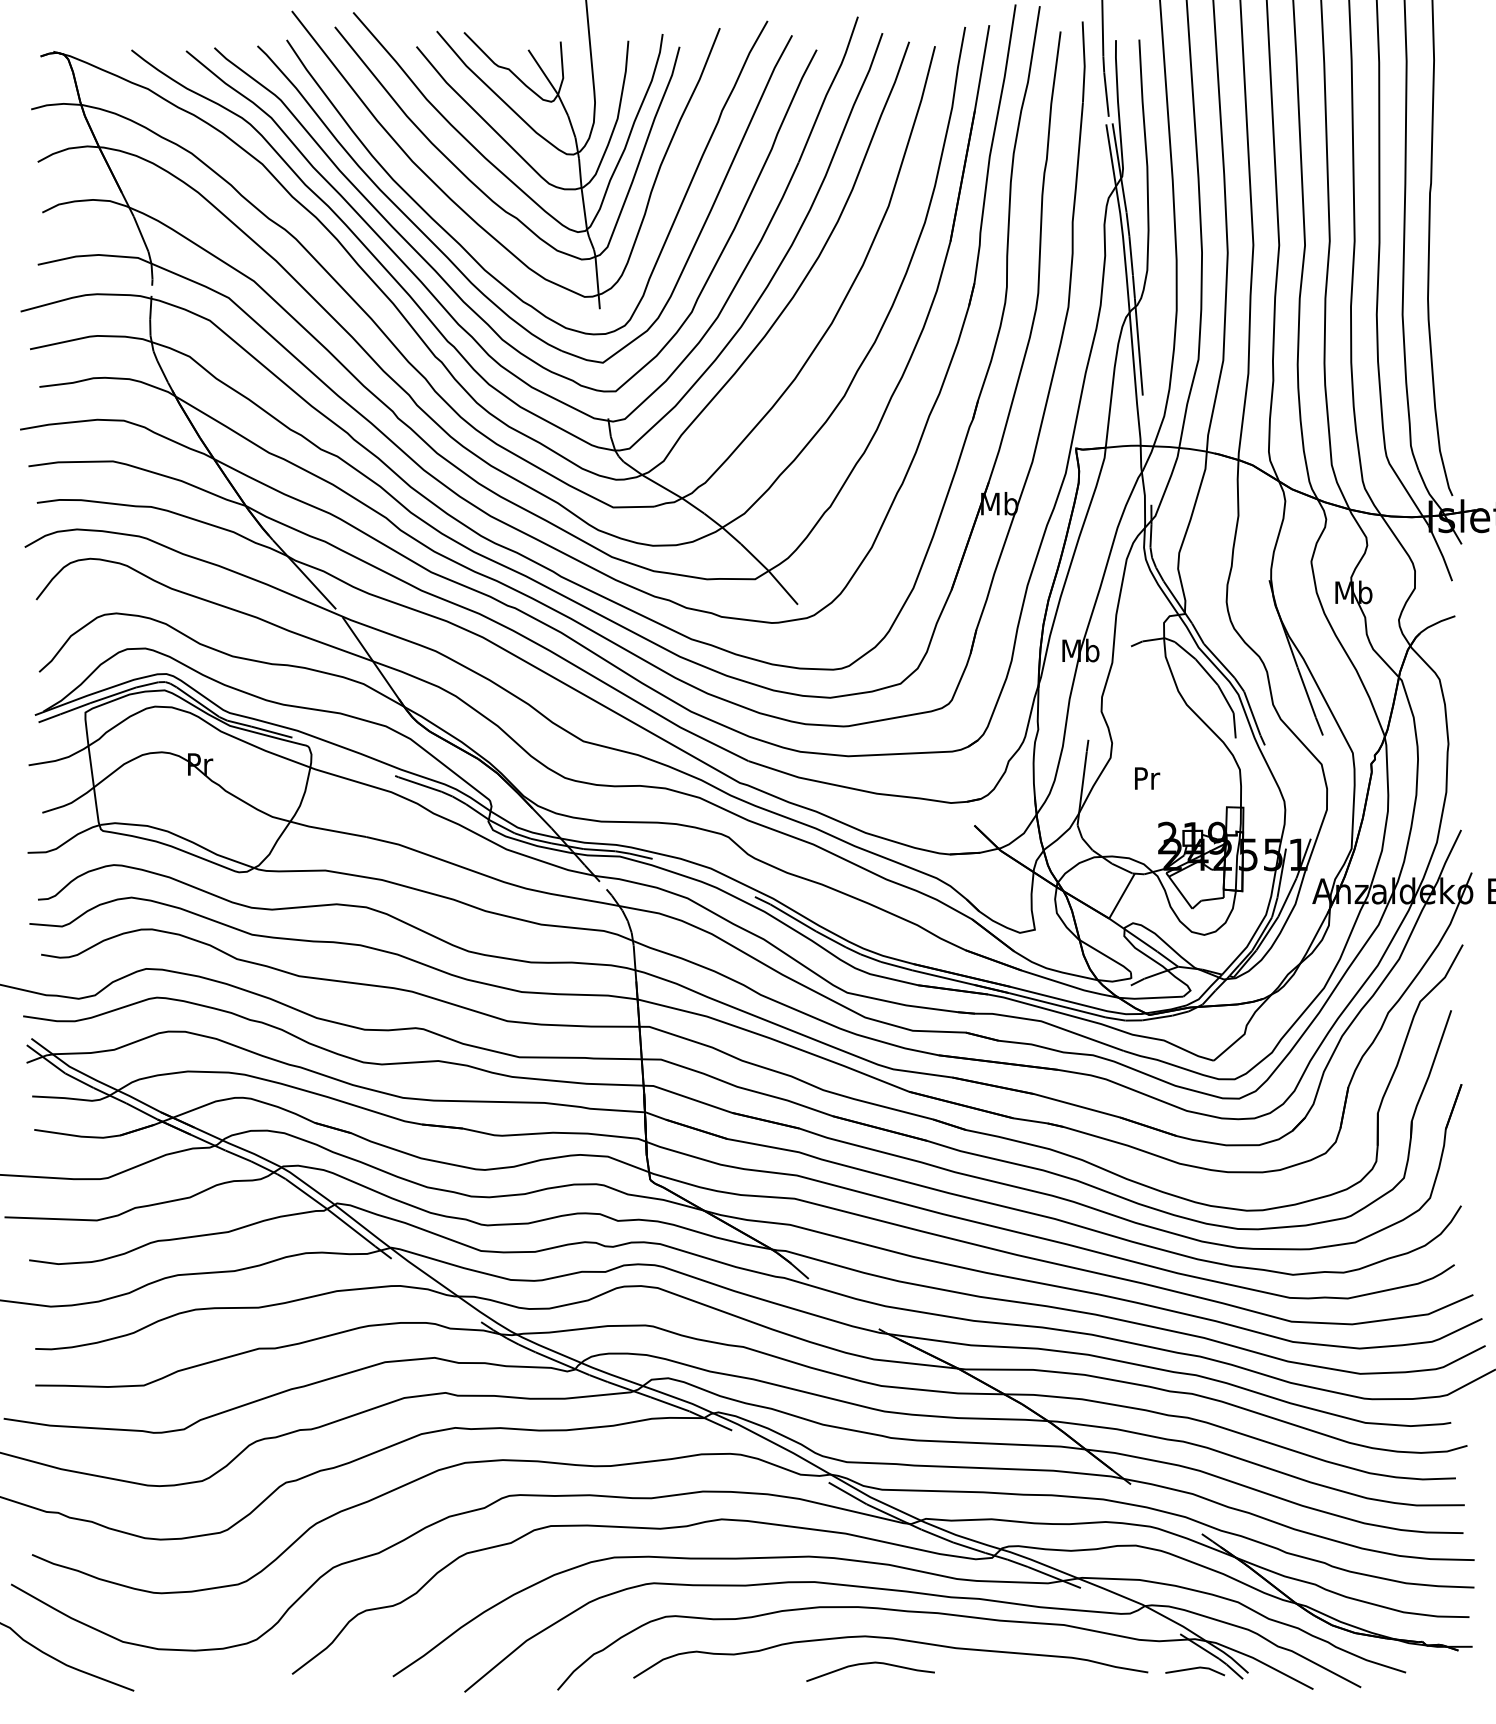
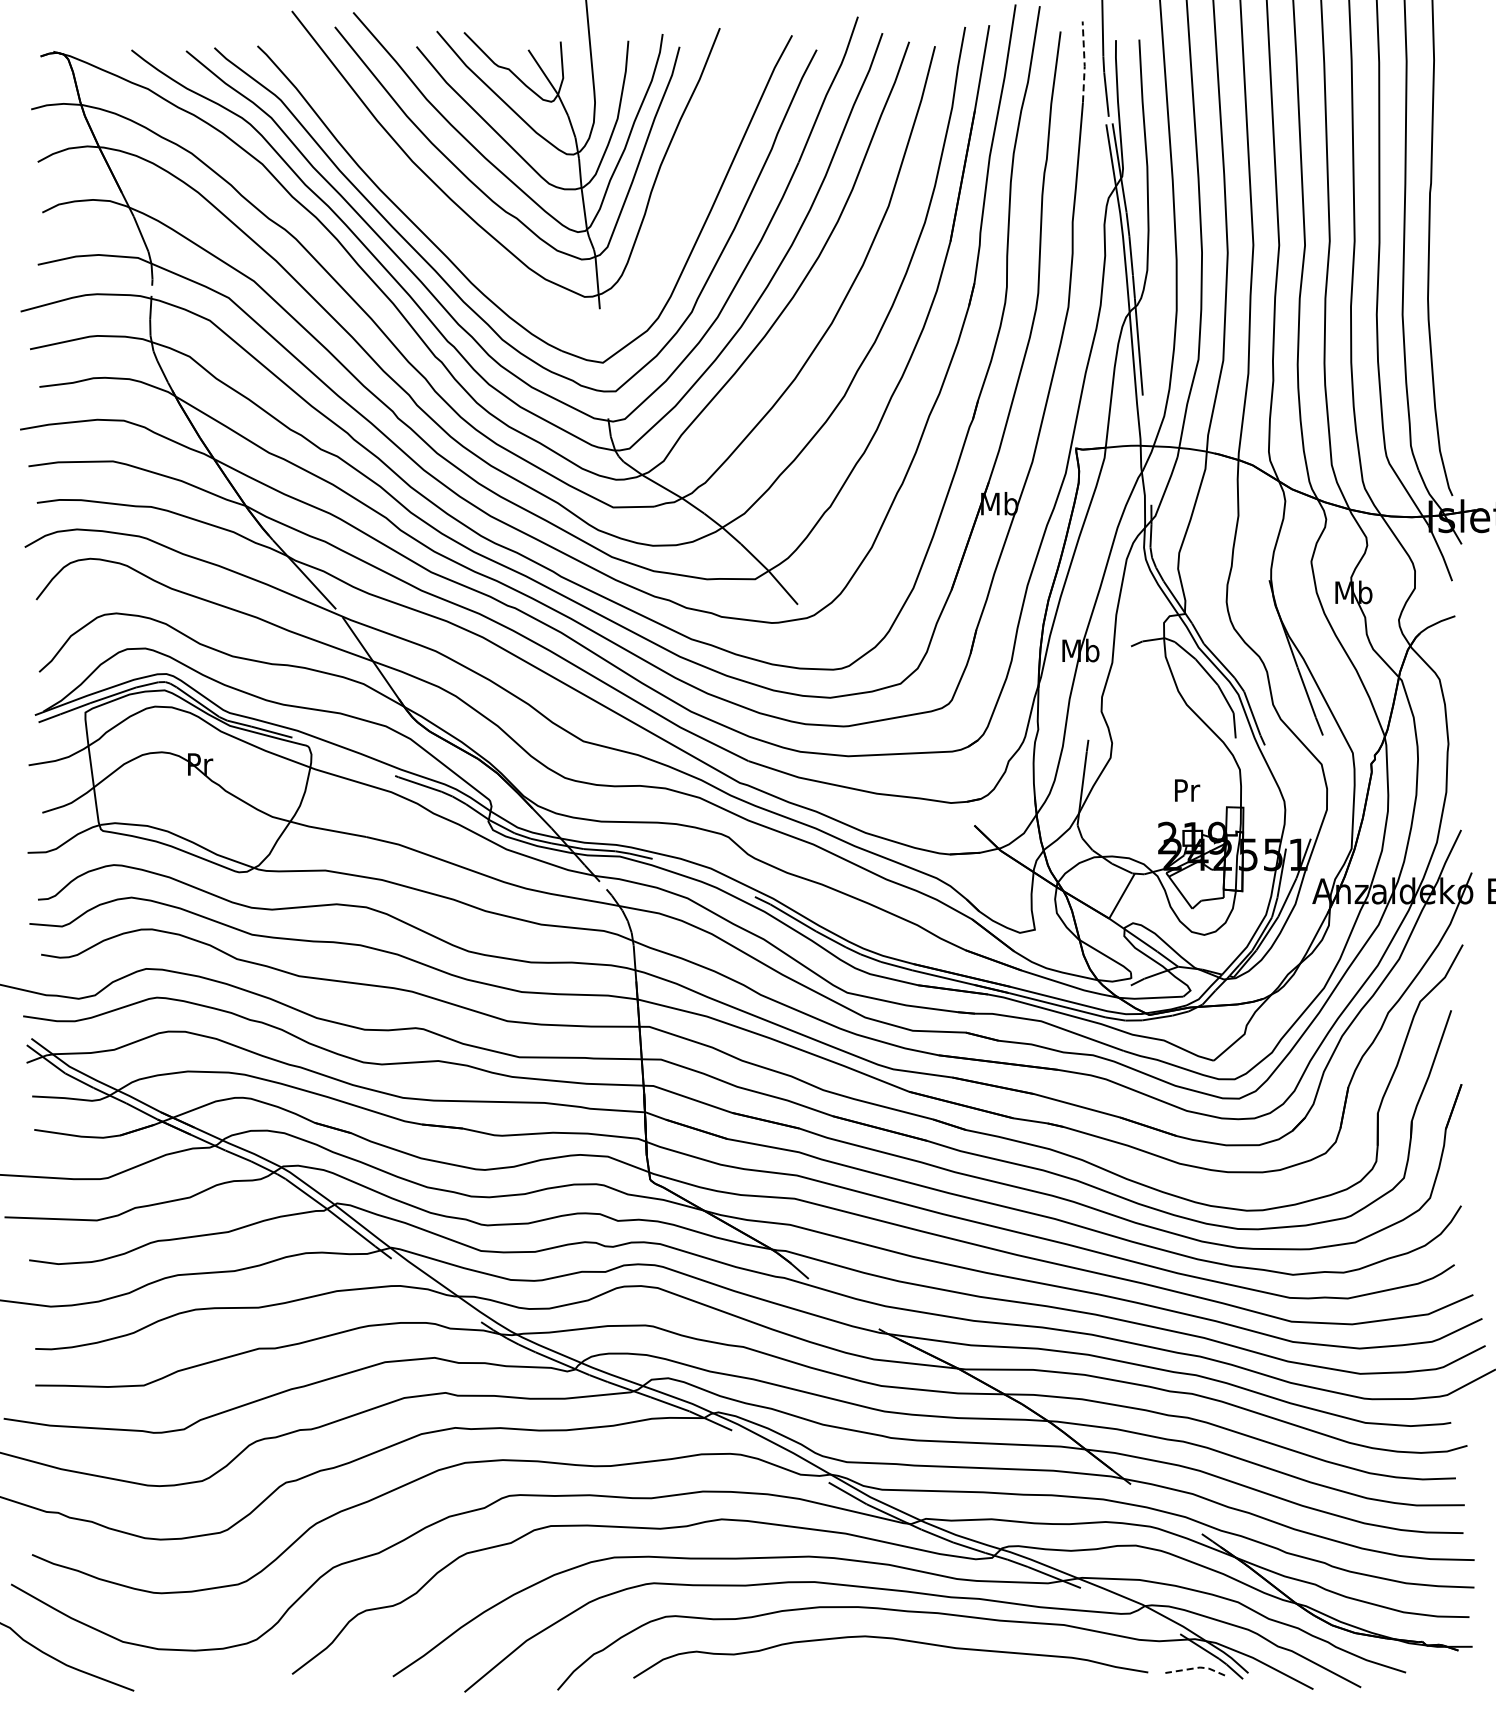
line at (1084, 61): solid -> dashed
curve at (460, 243): present -> none
text at (1147, 778) position: (1147, 778) -> (1187, 790)
curve at (868, 1664): present -> none
line at (1196, 1668): solid -> dashed
